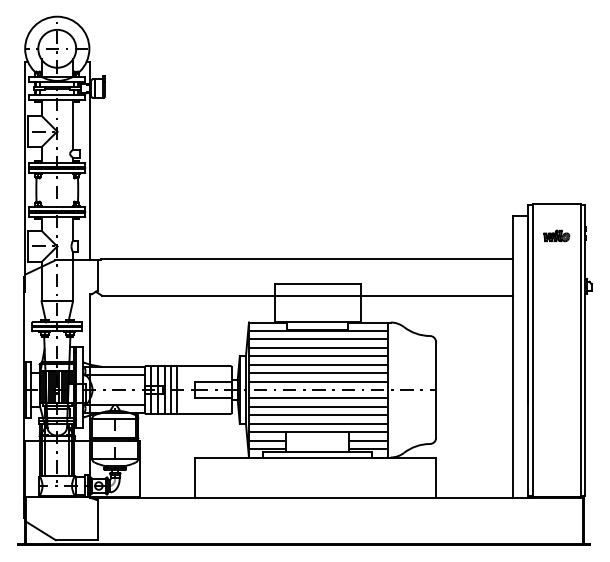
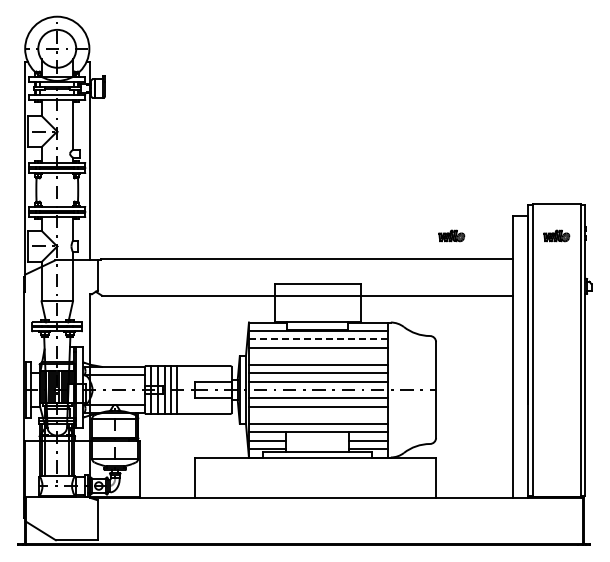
part at (451, 235): none -> present
line at (318, 339): solid -> dashed
line at (317, 356): present -> none
line at (317, 415): present -> none
